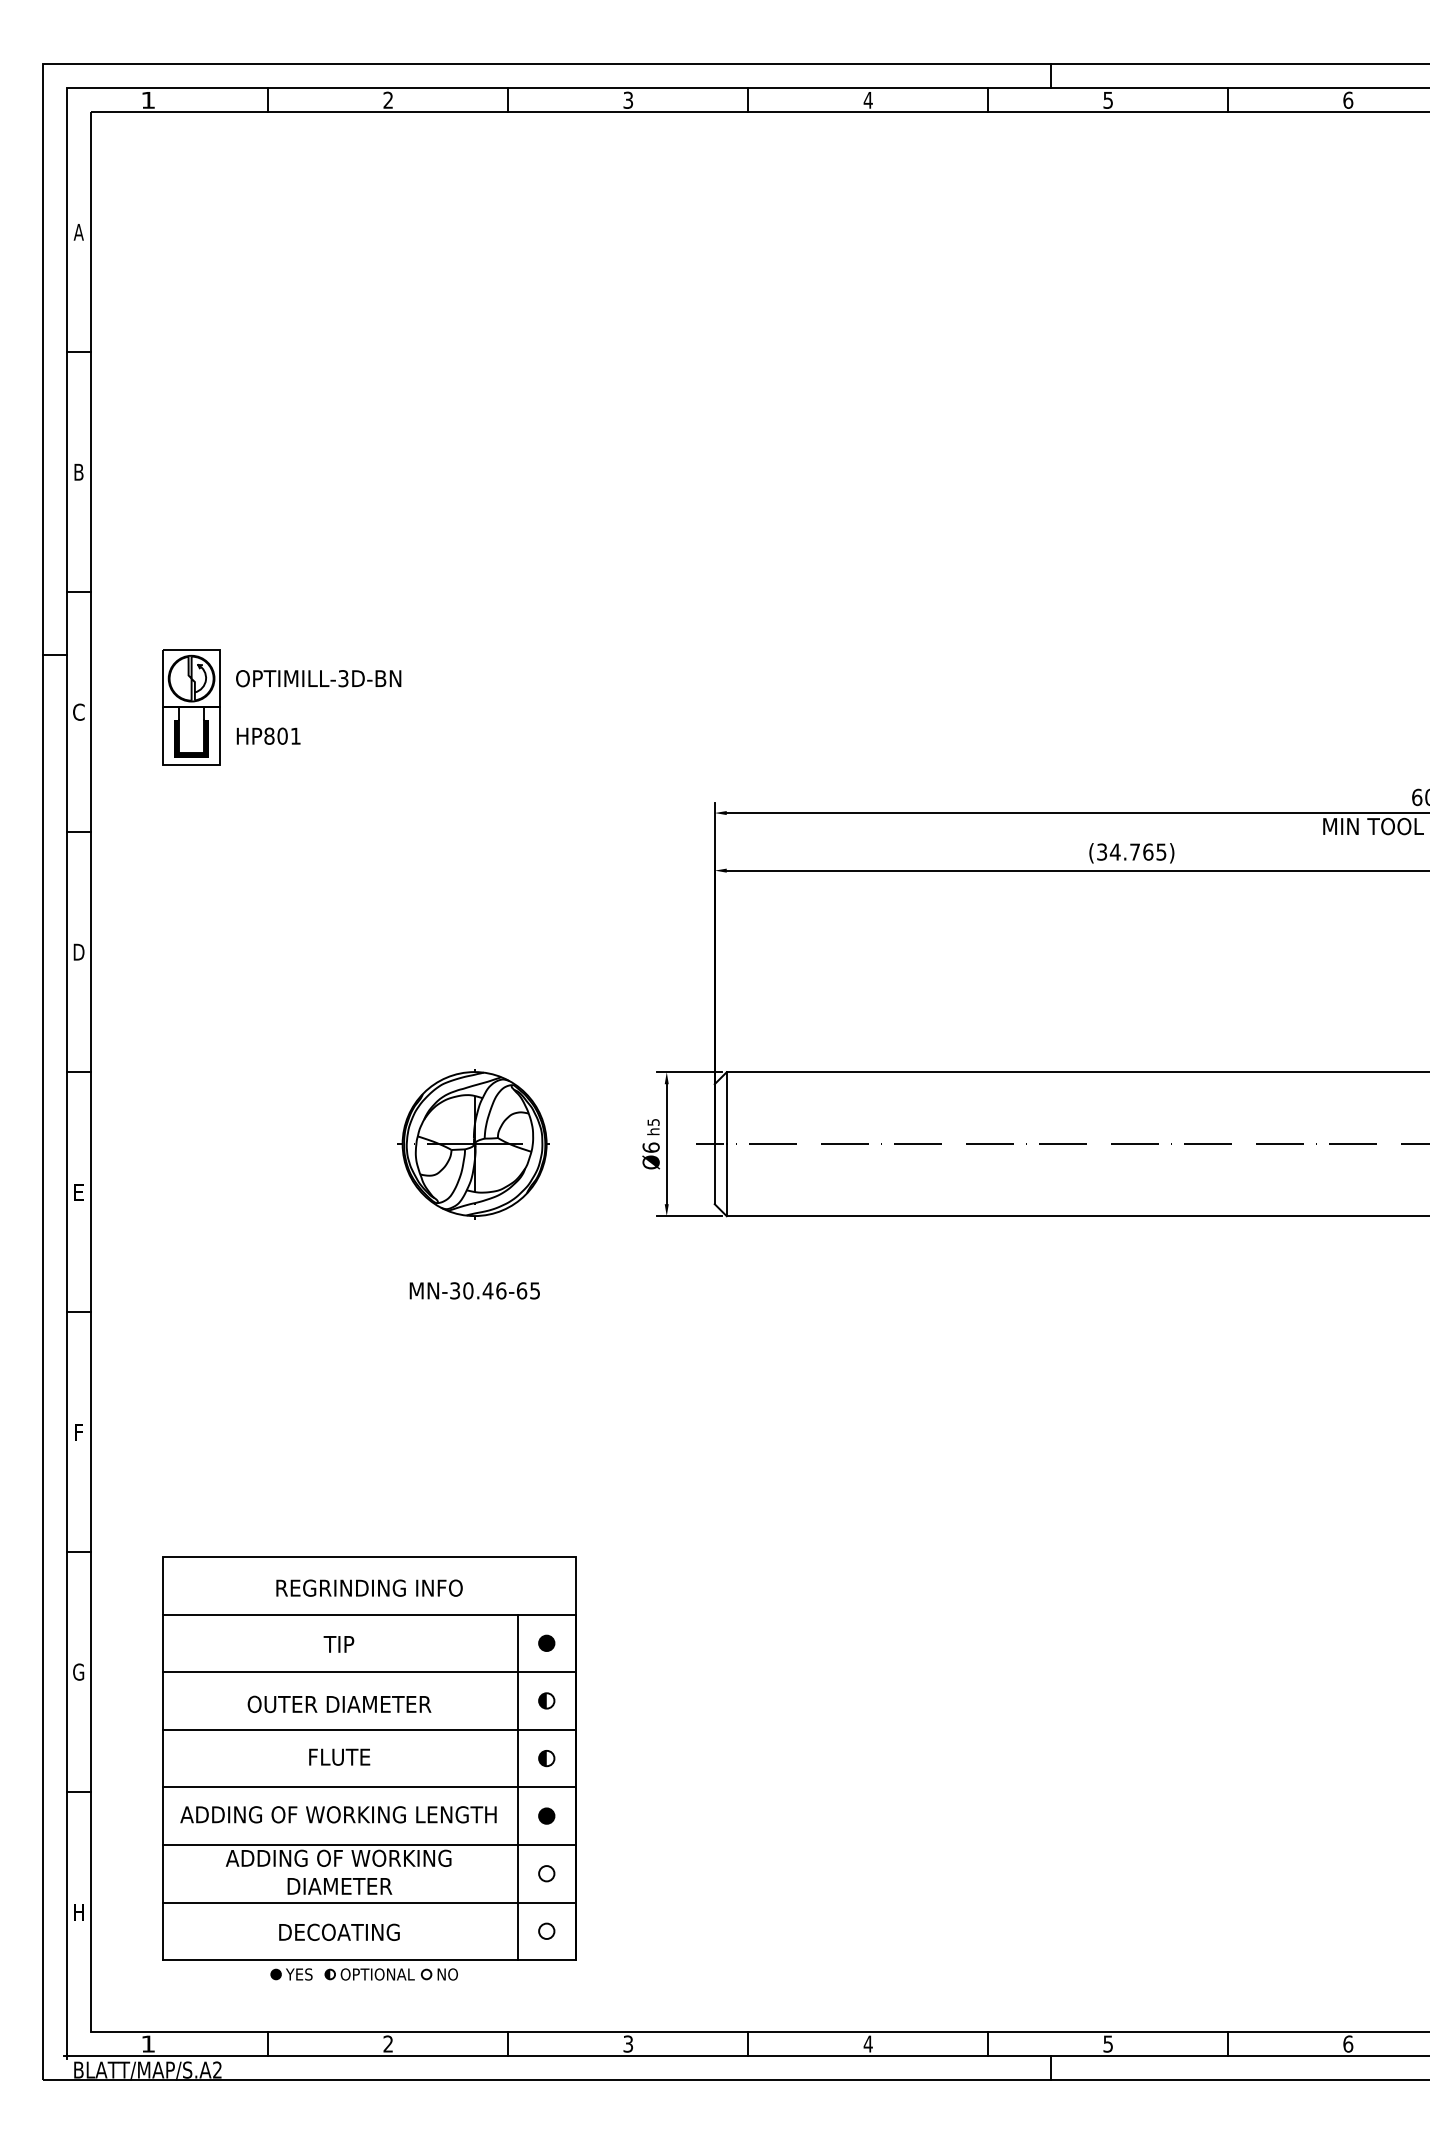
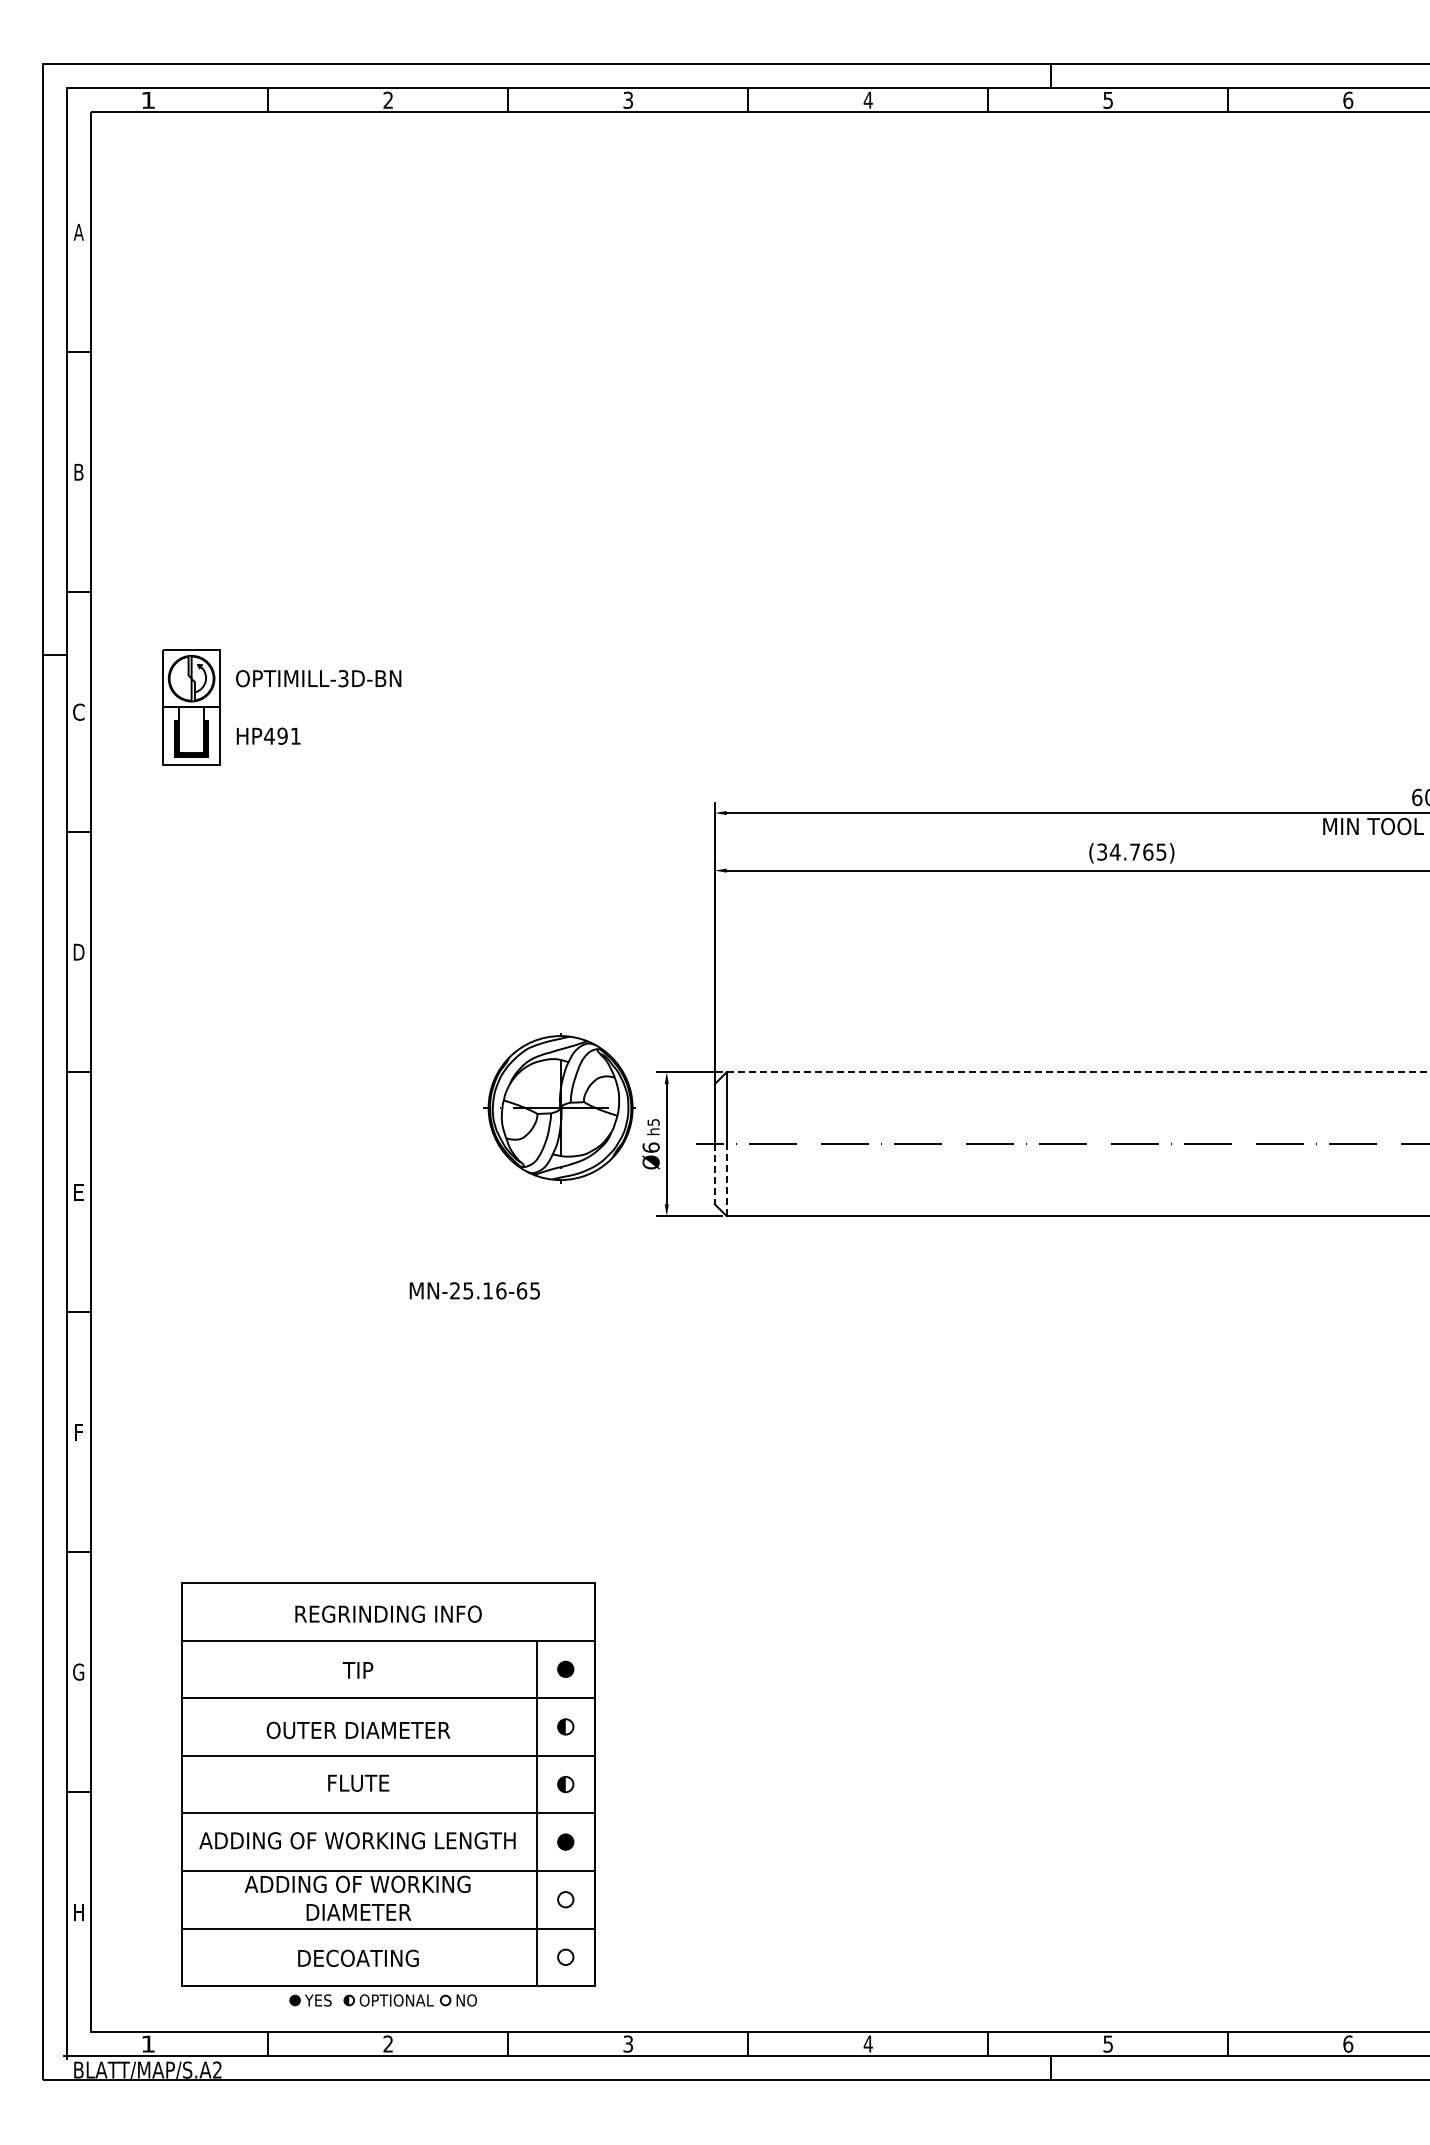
text at (275, 735): HP801 -> HP491
line at (1078, 1072): solid -> dashed
part at (473, 1144) position: (473, 1144) -> (559, 1108)
line at (714, 1174): solid -> dashed
line at (726, 1180): solid -> dashed
text at (471, 1290): MN-30.46-65 -> MN-25.16-65
part at (369, 1768) position: (369, 1768) -> (388, 1794)
